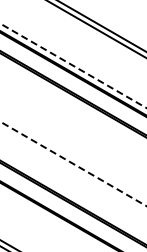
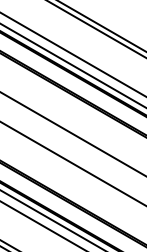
line at (72, 54): none -> present
line at (74, 66): dashed -> solid
line at (72, 133): none -> present
line at (74, 164): dashed -> solid
line at (52, 219): none -> present
line at (42, 225): none -> present
